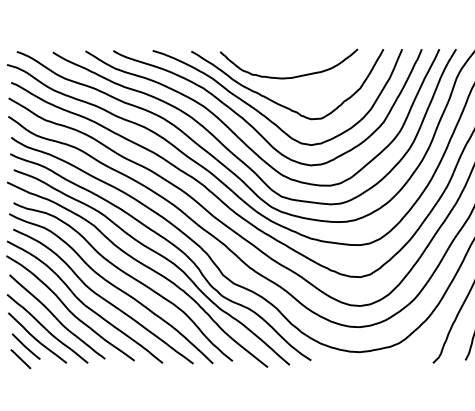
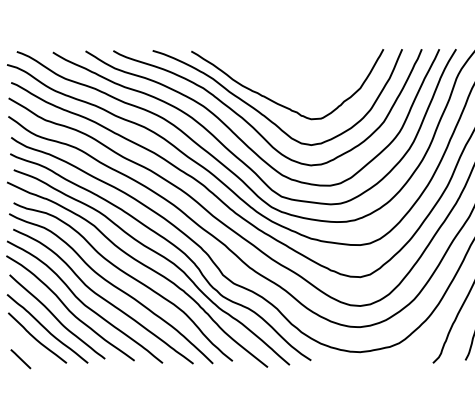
curve at (292, 76): present -> none
line at (25, 346): present -> none
